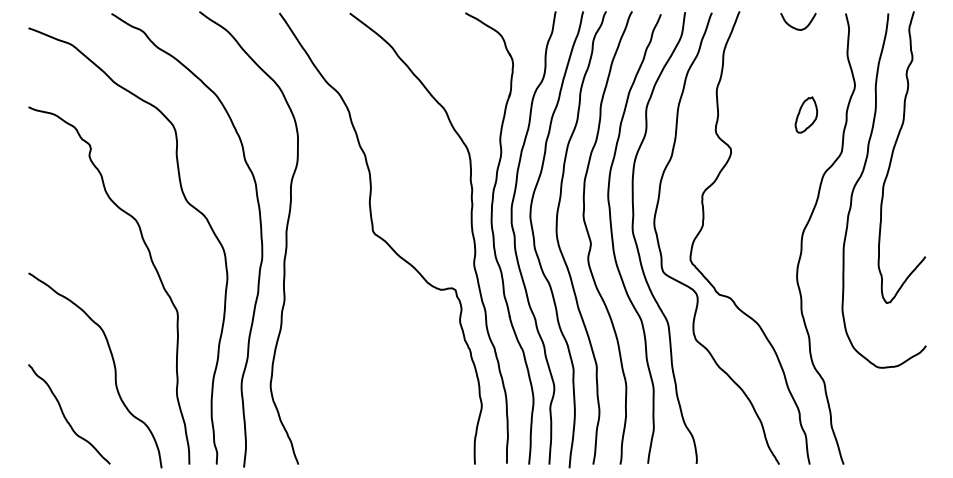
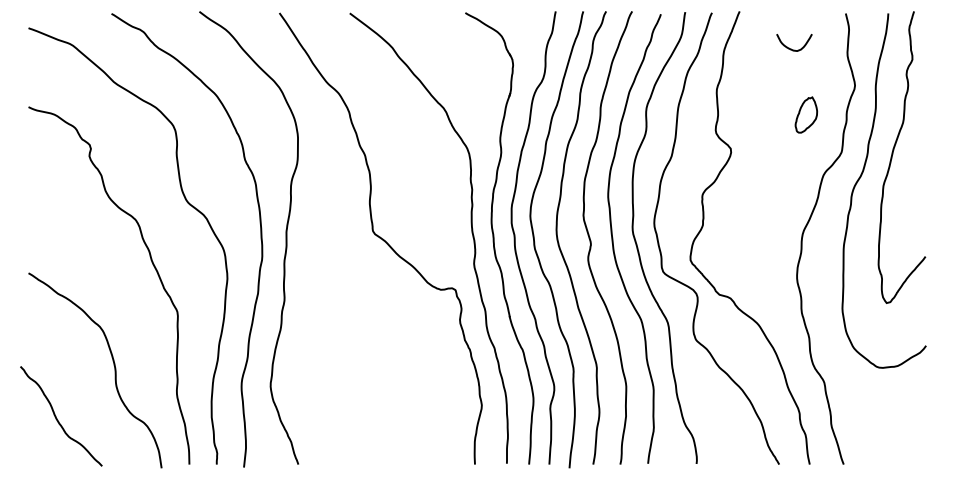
curve at (795, 27) position: (795, 27) -> (791, 48)
curve at (65, 416) position: (65, 416) -> (57, 418)
